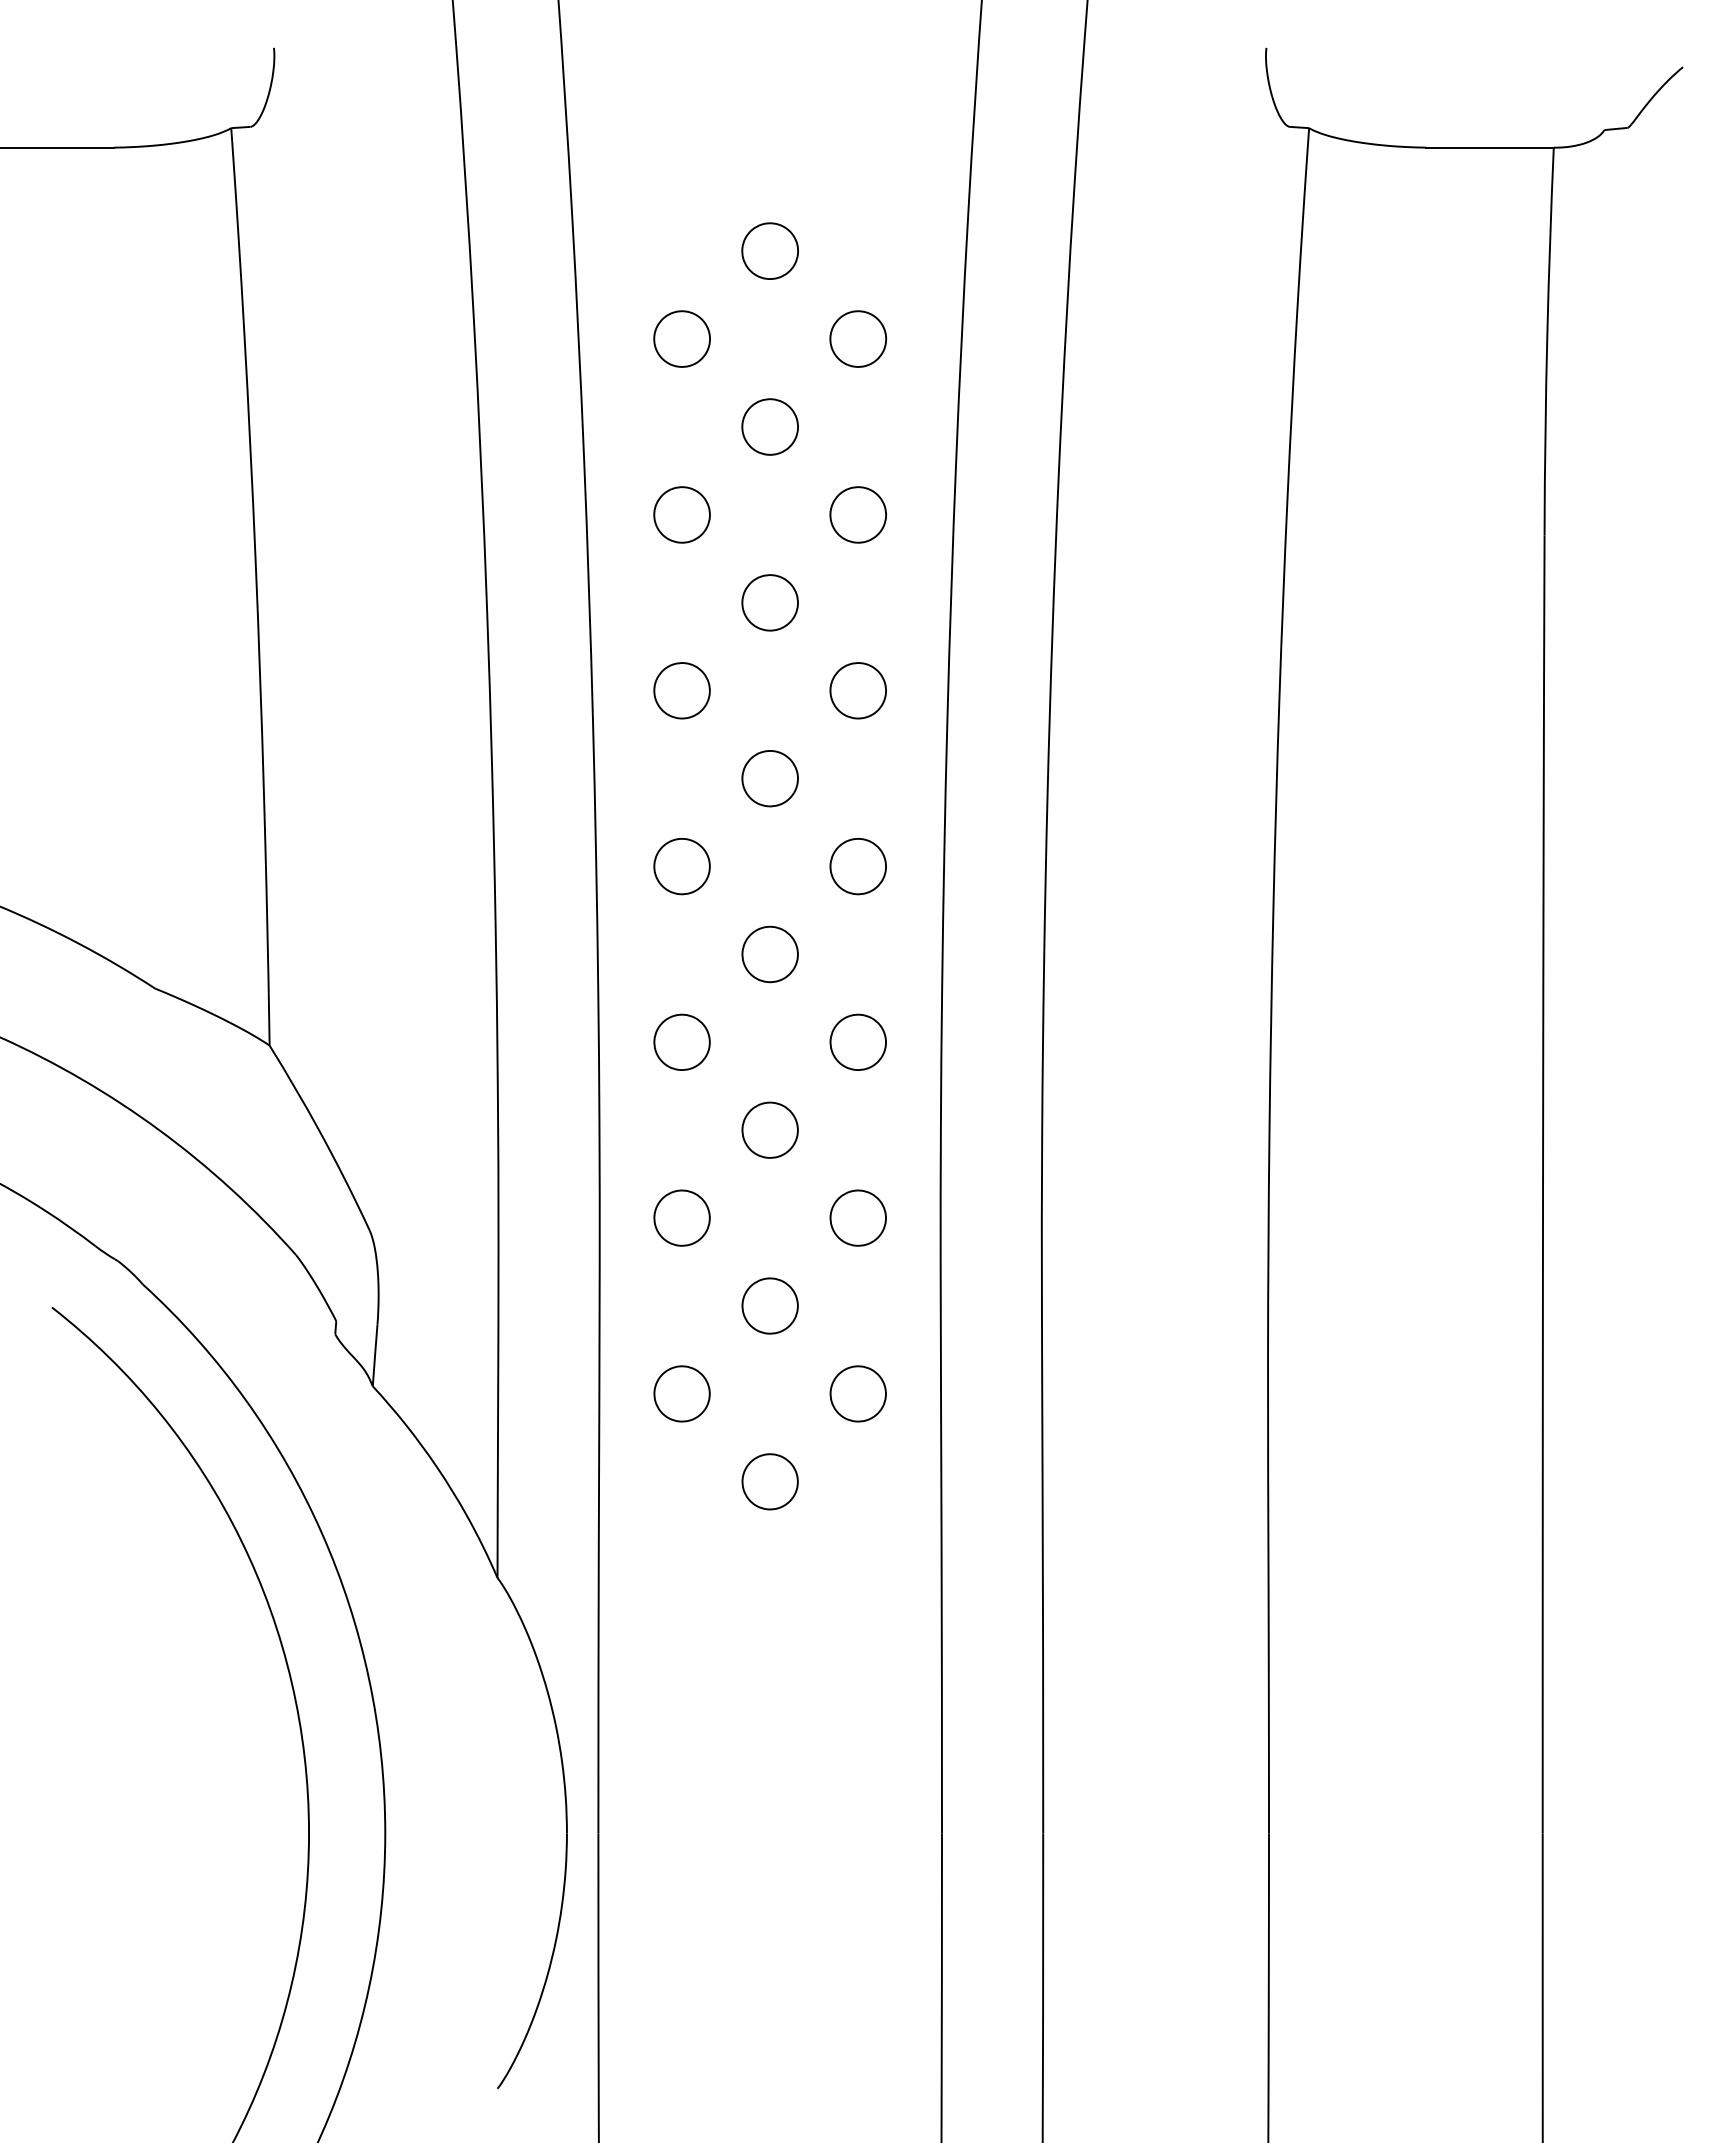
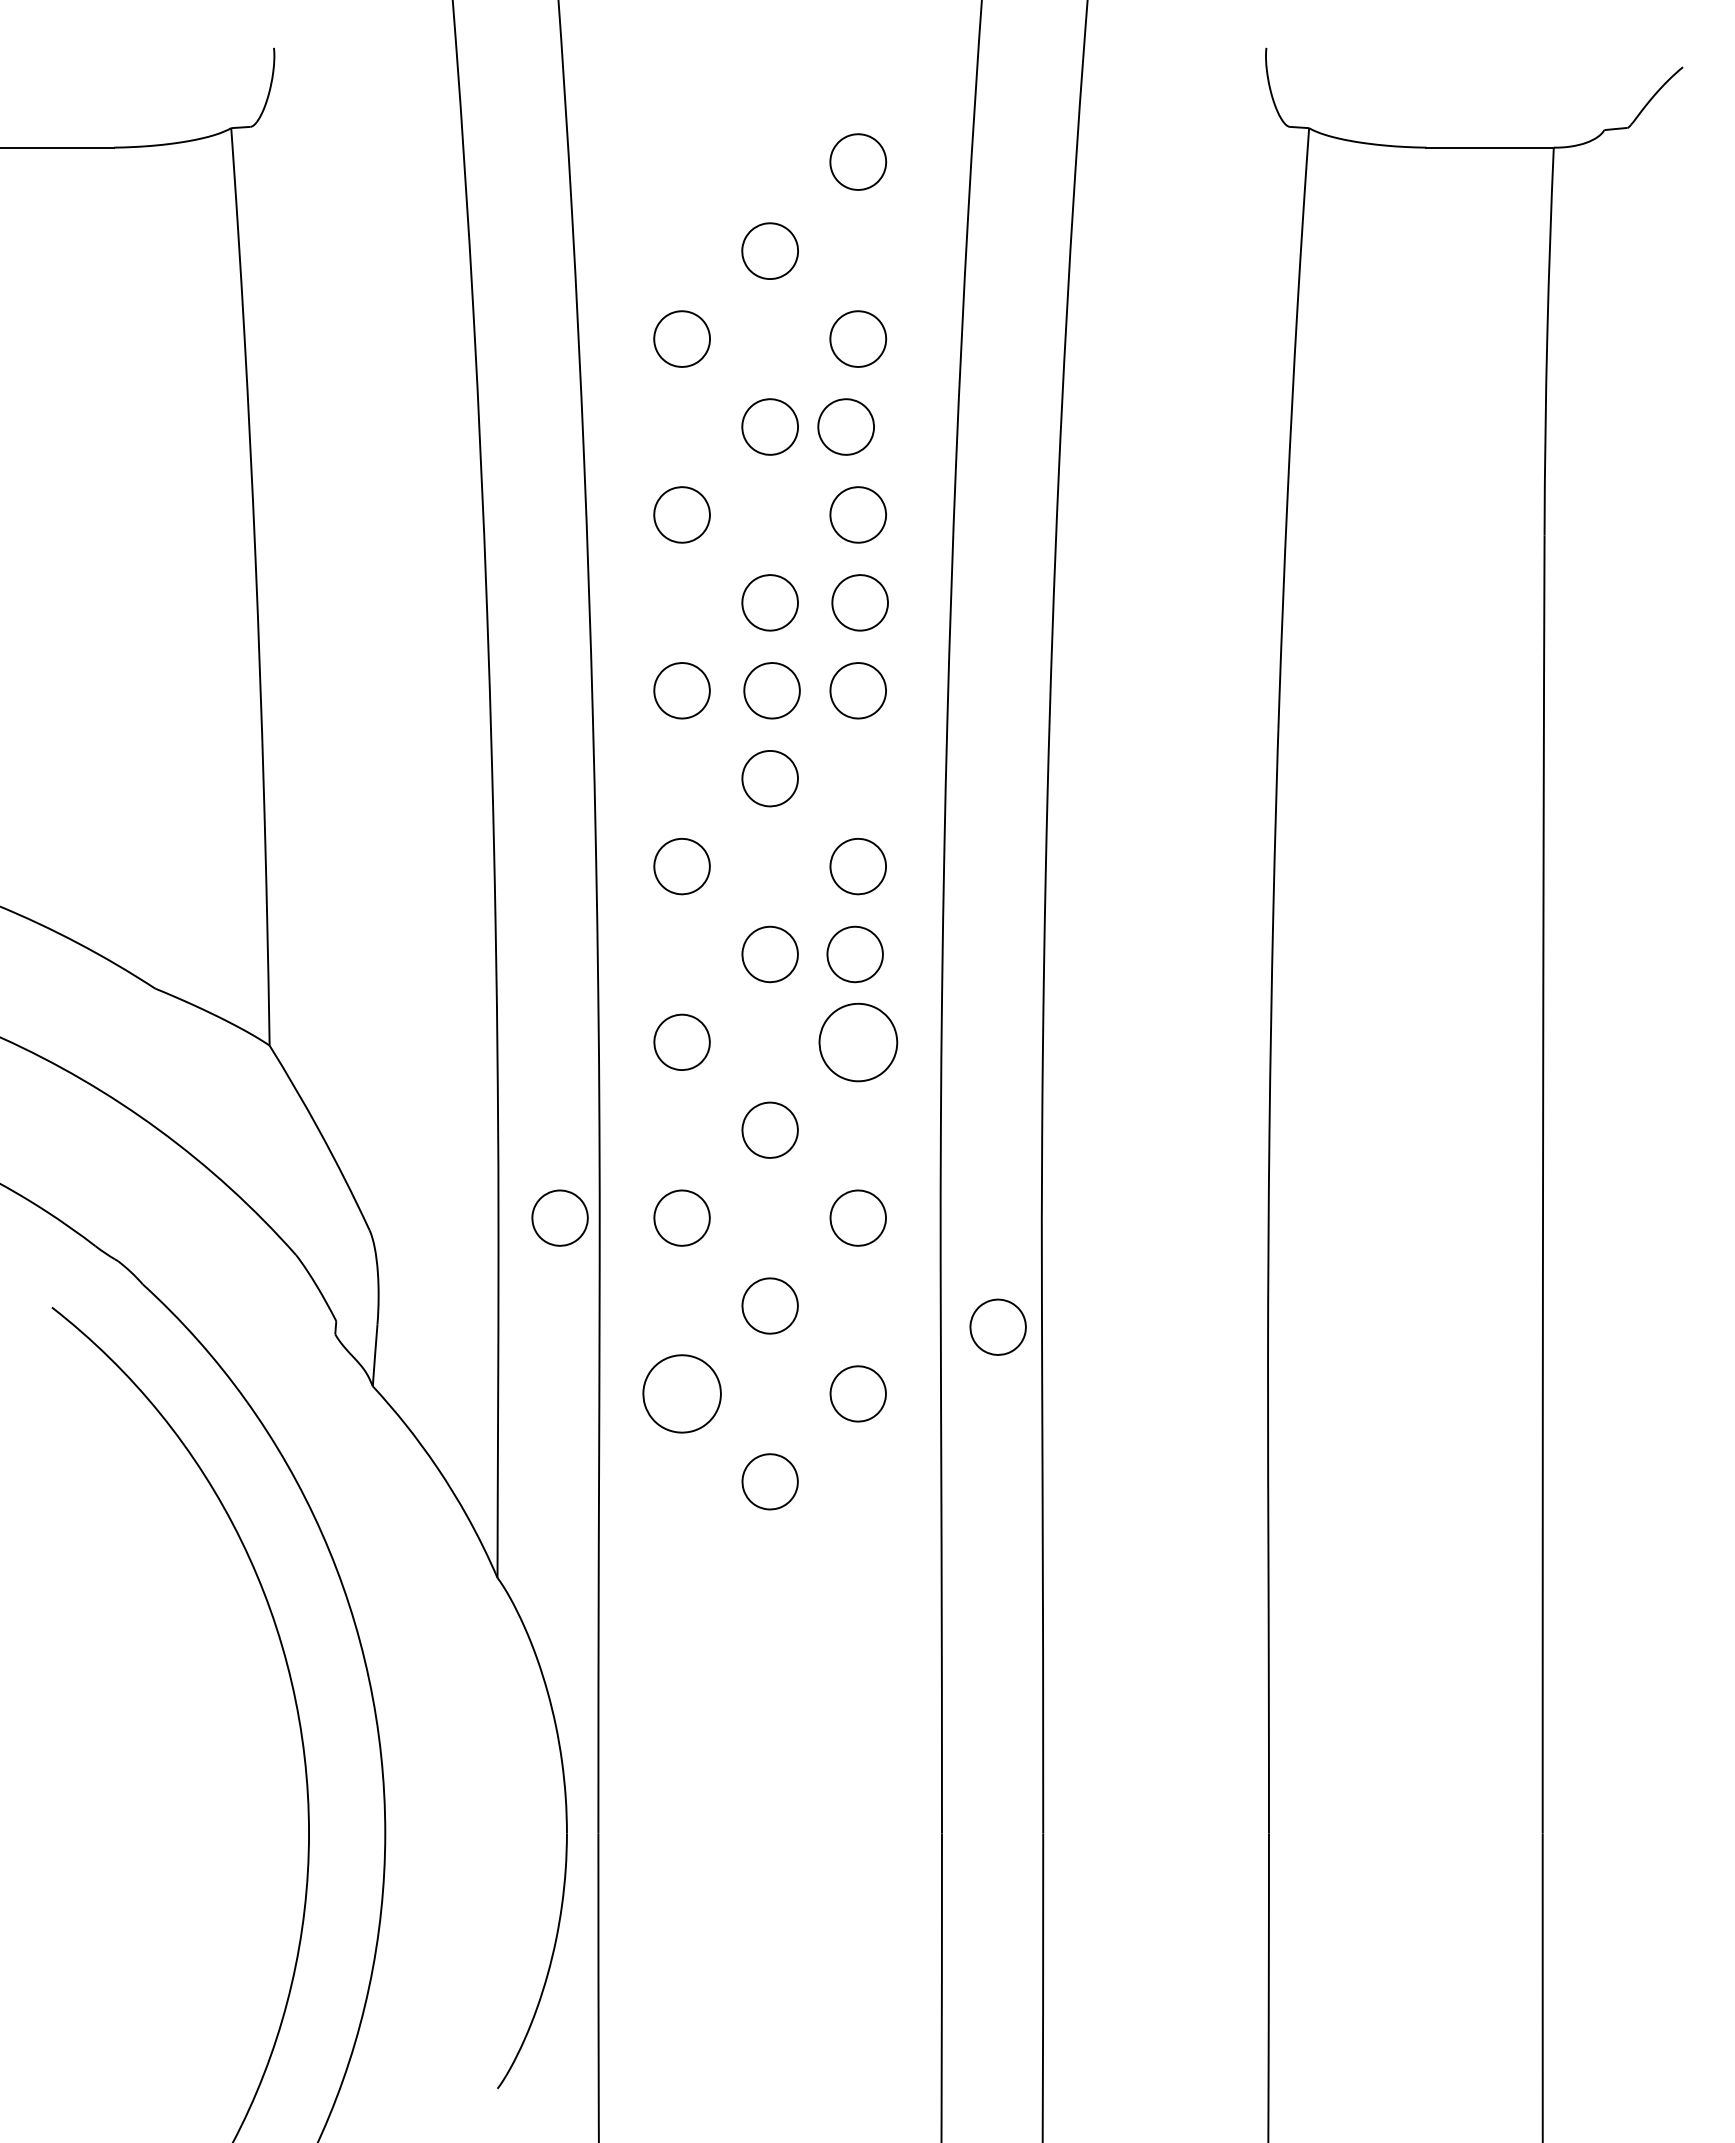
part at (858, 161): none -> present
part at (845, 426): none -> present
part at (859, 602): none -> present
part at (771, 690): none -> present
part at (854, 954): none -> present
part at (857, 1041) size: 58x58 px -> 81x81 px
part at (559, 1217): none -> present
part at (997, 1326): none -> present
part at (681, 1393) size: 58x58 px -> 80x80 px
